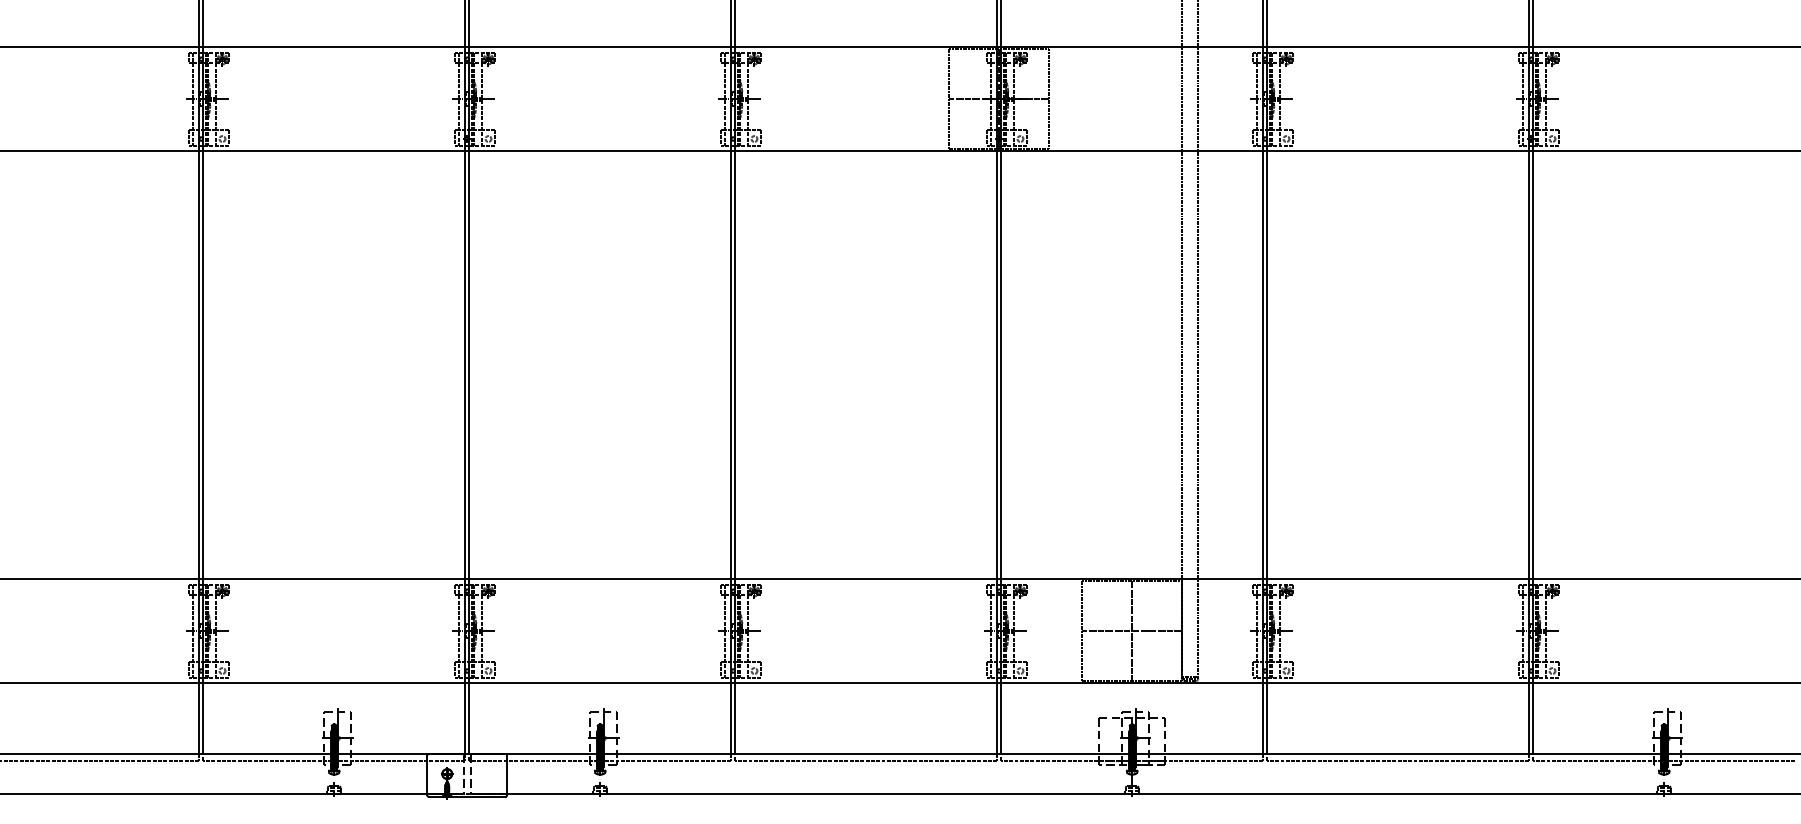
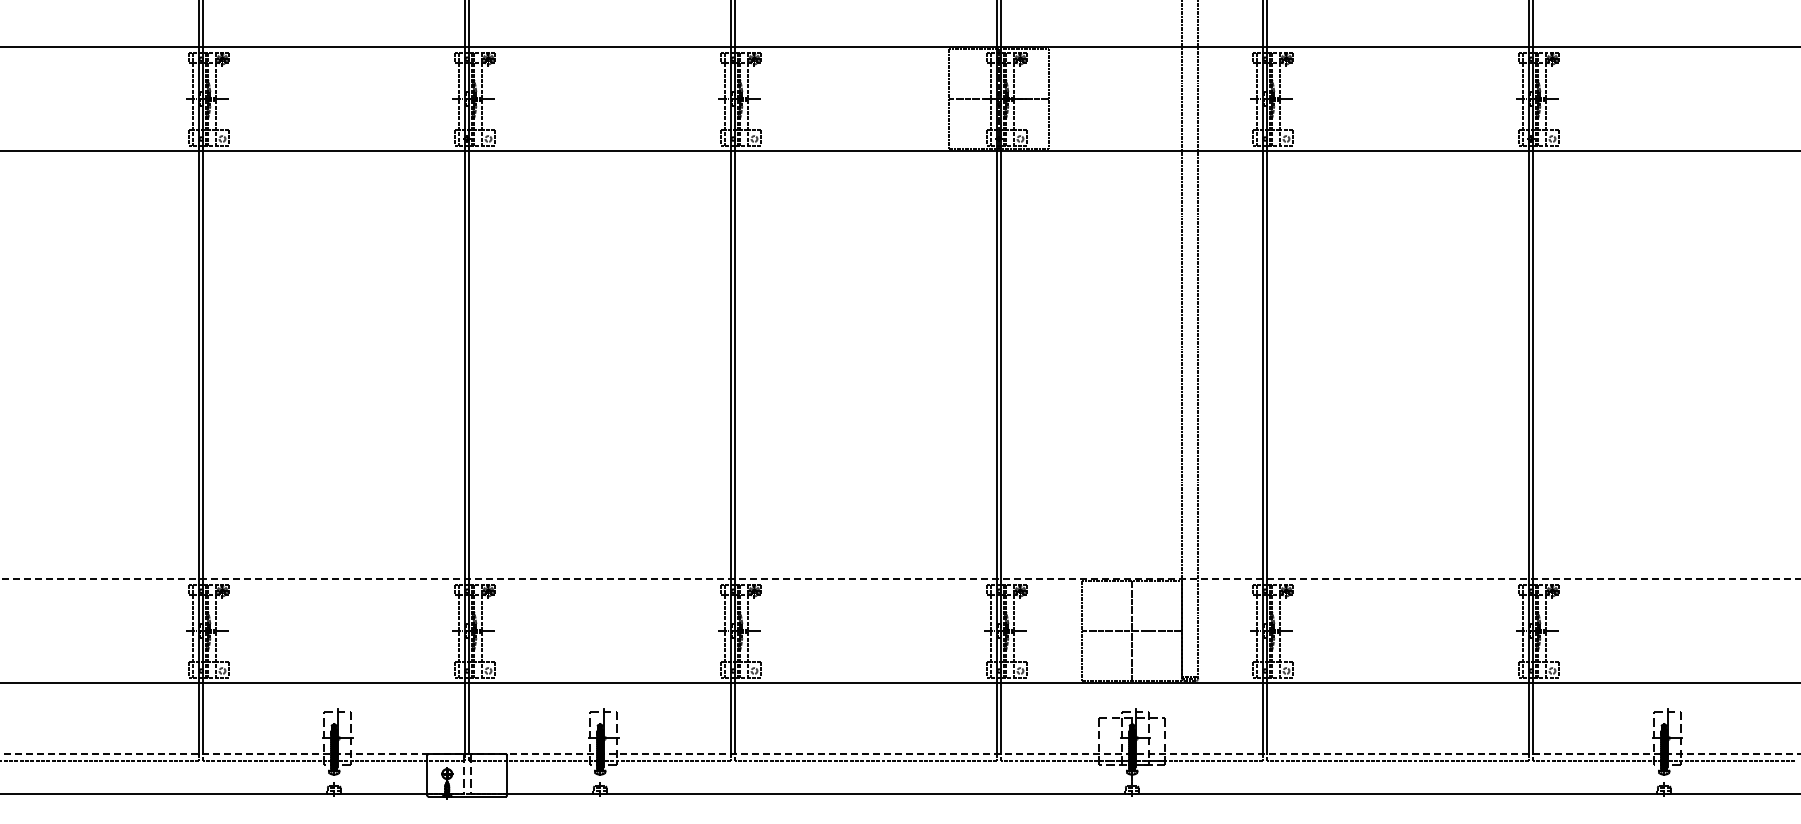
line at (900, 579): solid -> dashed
line at (900, 754): solid -> dashed
